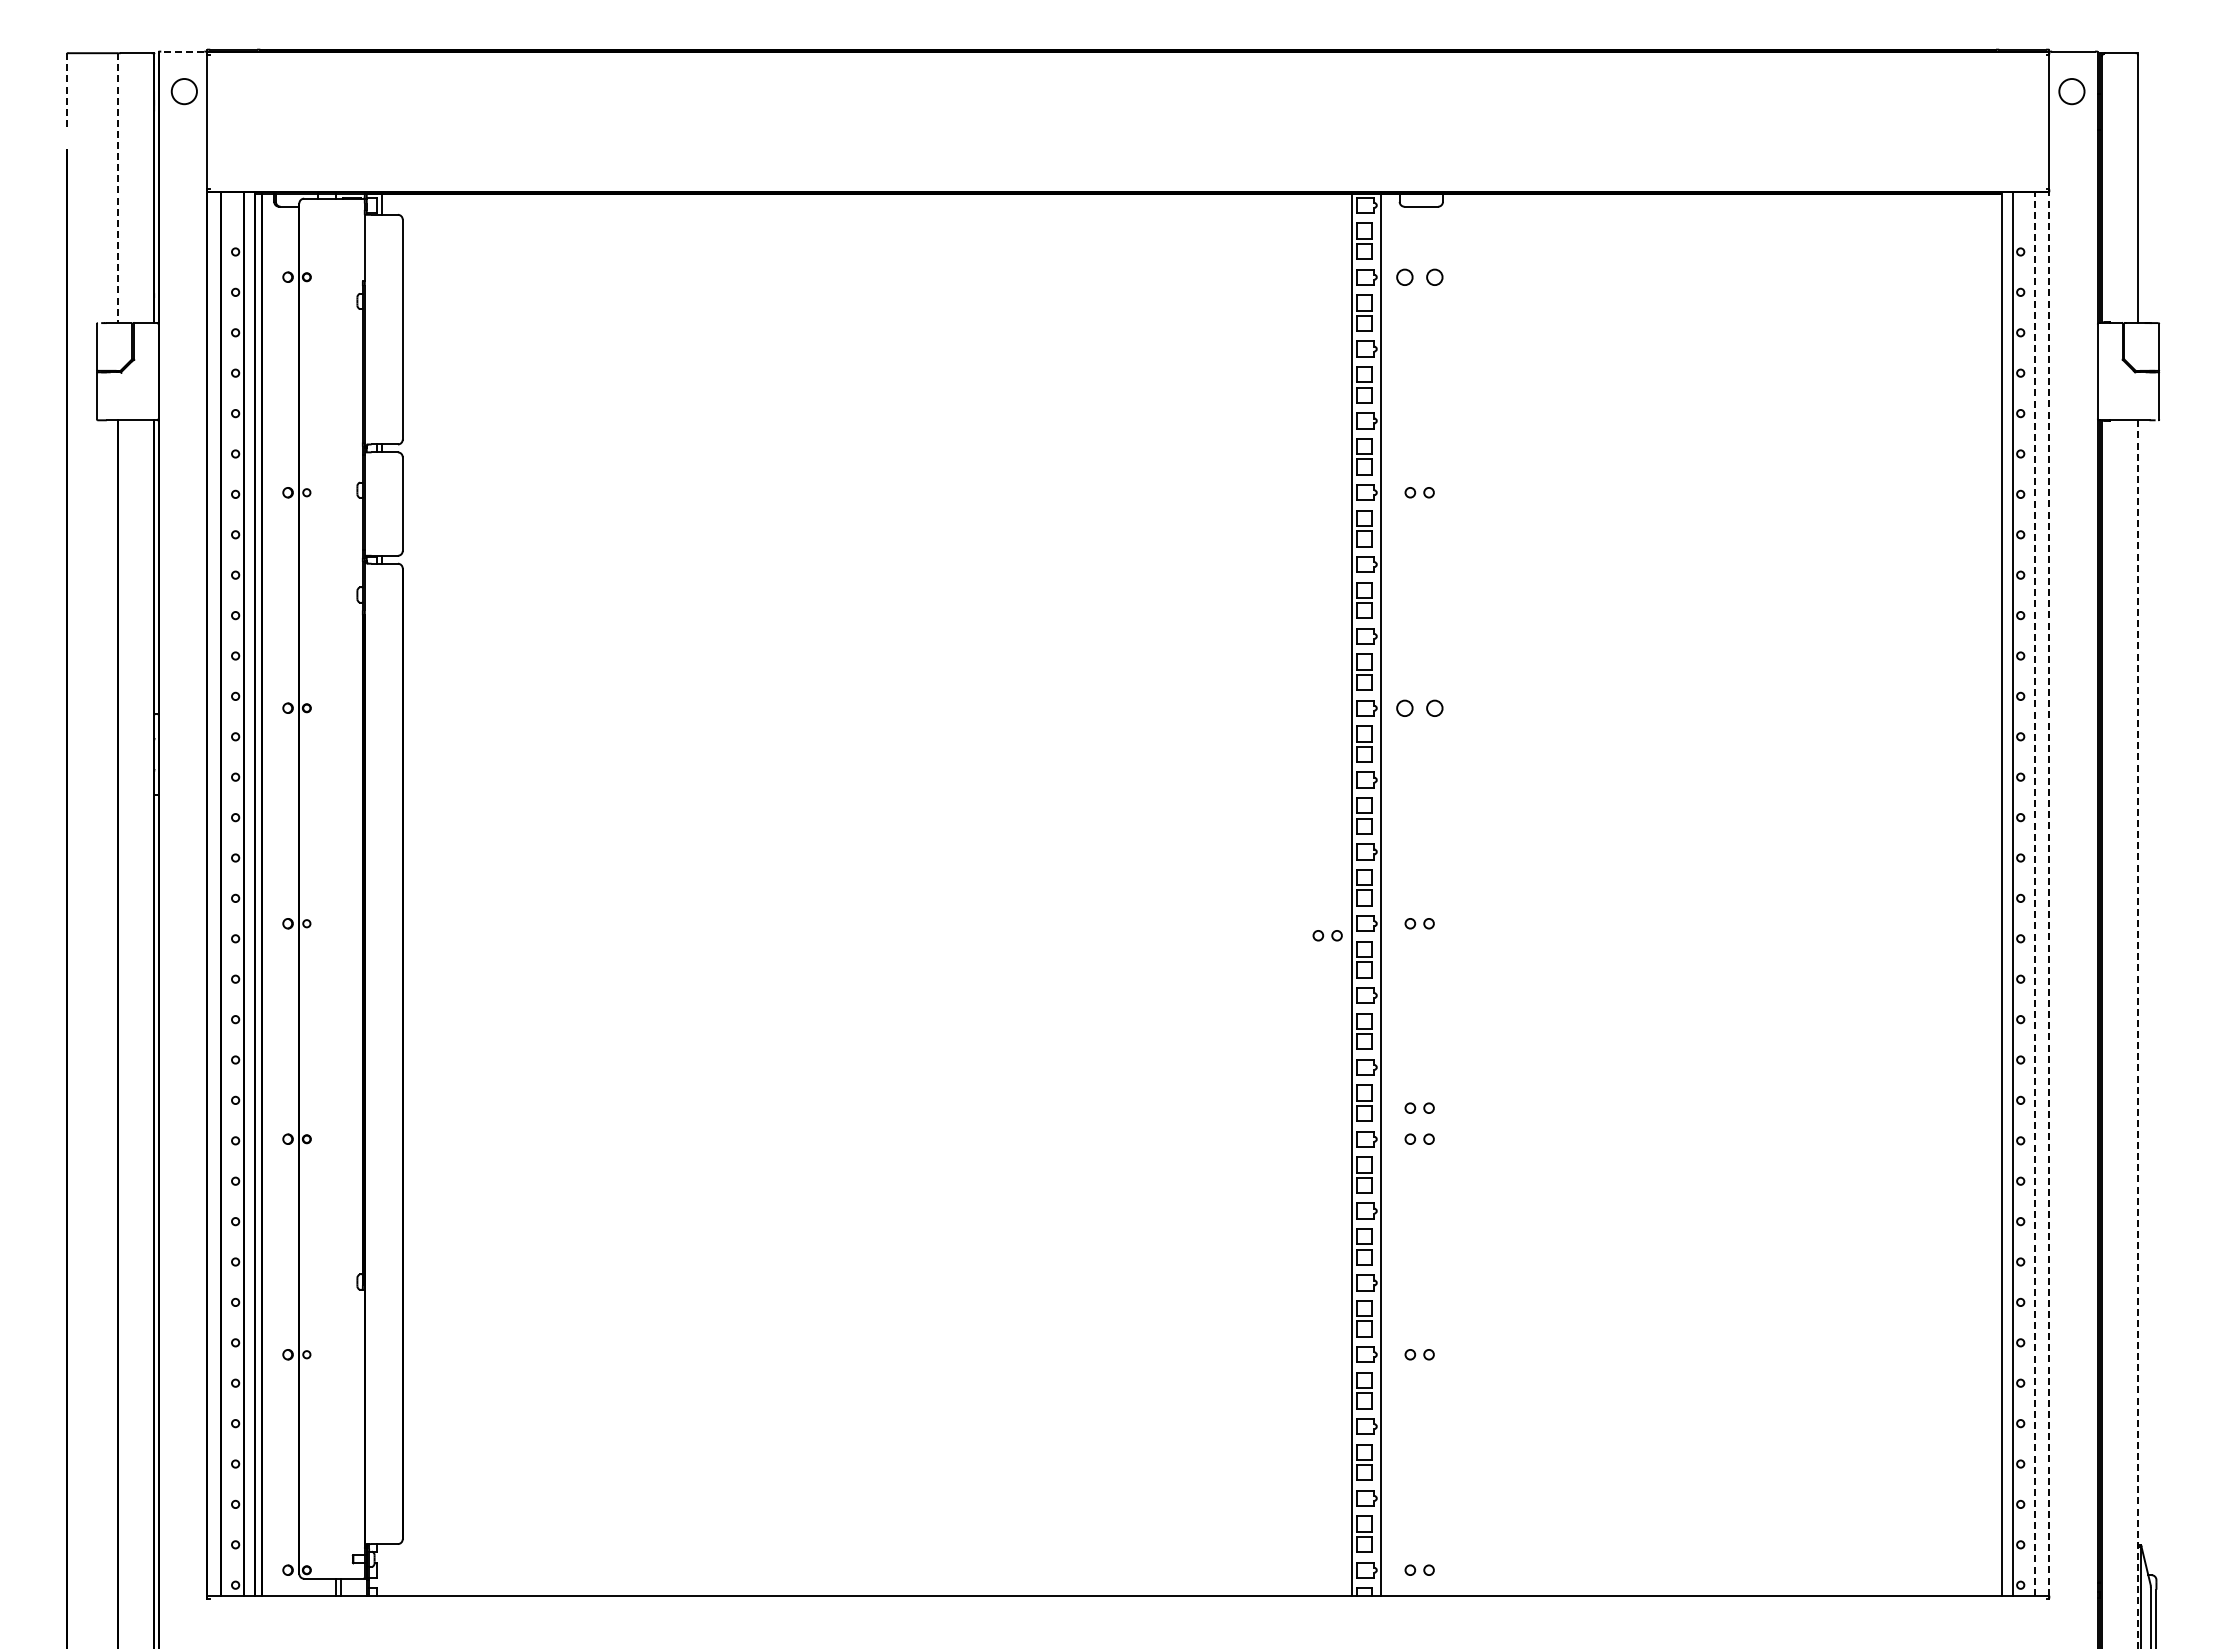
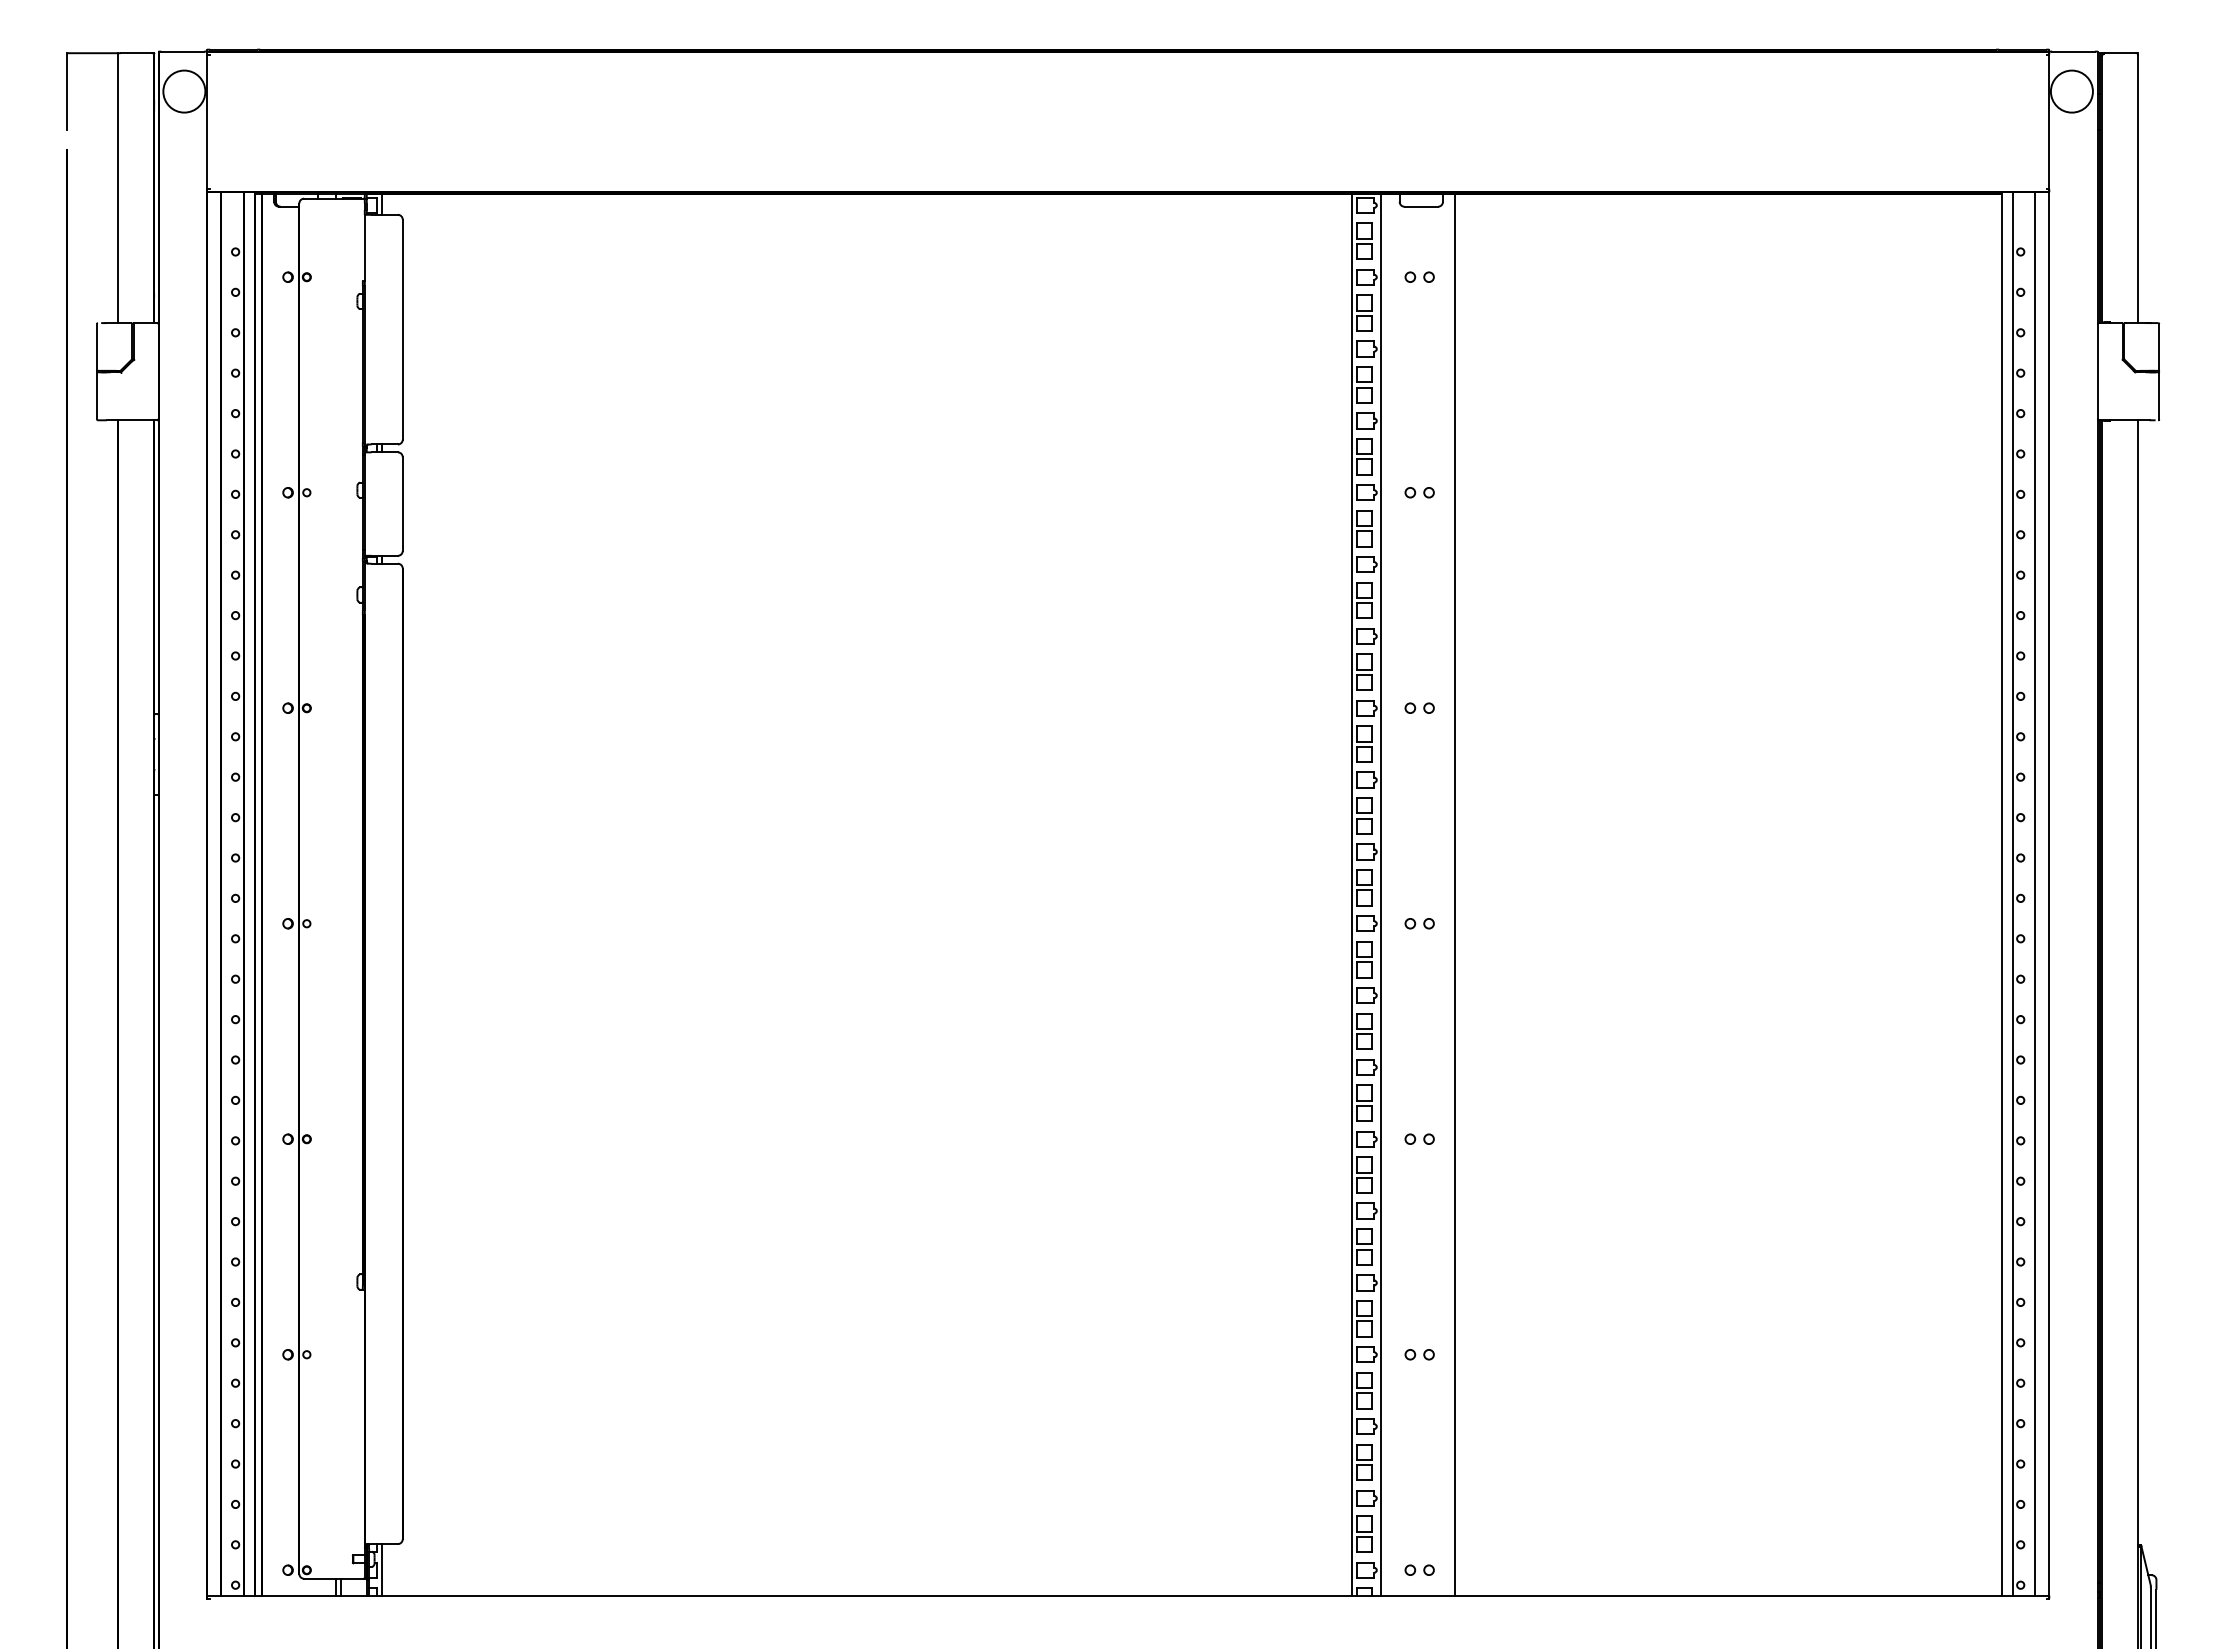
line at (182, 51): dashed -> solid
circle at (183, 91) diameter: 25 px -> 42 px
circle at (2071, 91) diameter: 25 px -> 42 px
line at (66, 92): dashed -> solid
line at (118, 188): dashed -> solid
part at (1419, 276) size: 48x18 px -> 31x12 px
part at (1419, 707) size: 48x18 px -> 31x12 px
line at (1455, 894): none -> present
line at (2035, 894): dashed -> solid
line at (2049, 894): dashed -> solid
part at (1327, 935): present -> none
line at (2137, 1034): dashed -> solid
part at (1419, 1107): present -> none
line at (381, 1569): none -> present
